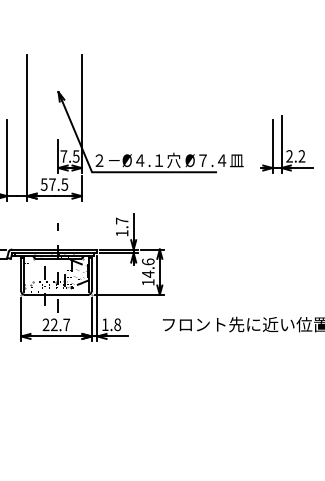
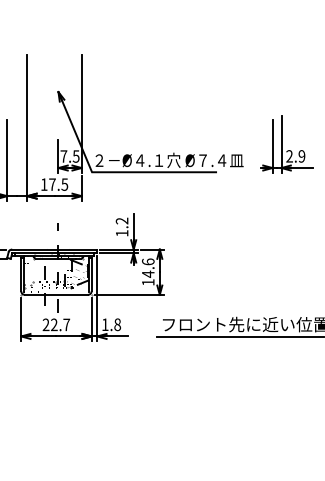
text at (301, 156): 2.2 -> 2.9
text at (43, 184): 57.5 -> 17.5
text at (121, 220): 1.7 -> 1.2
line at (238, 336): none -> present
